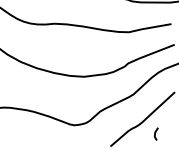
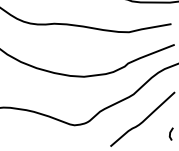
line at (155, 133) position: (155, 133) -> (170, 133)
